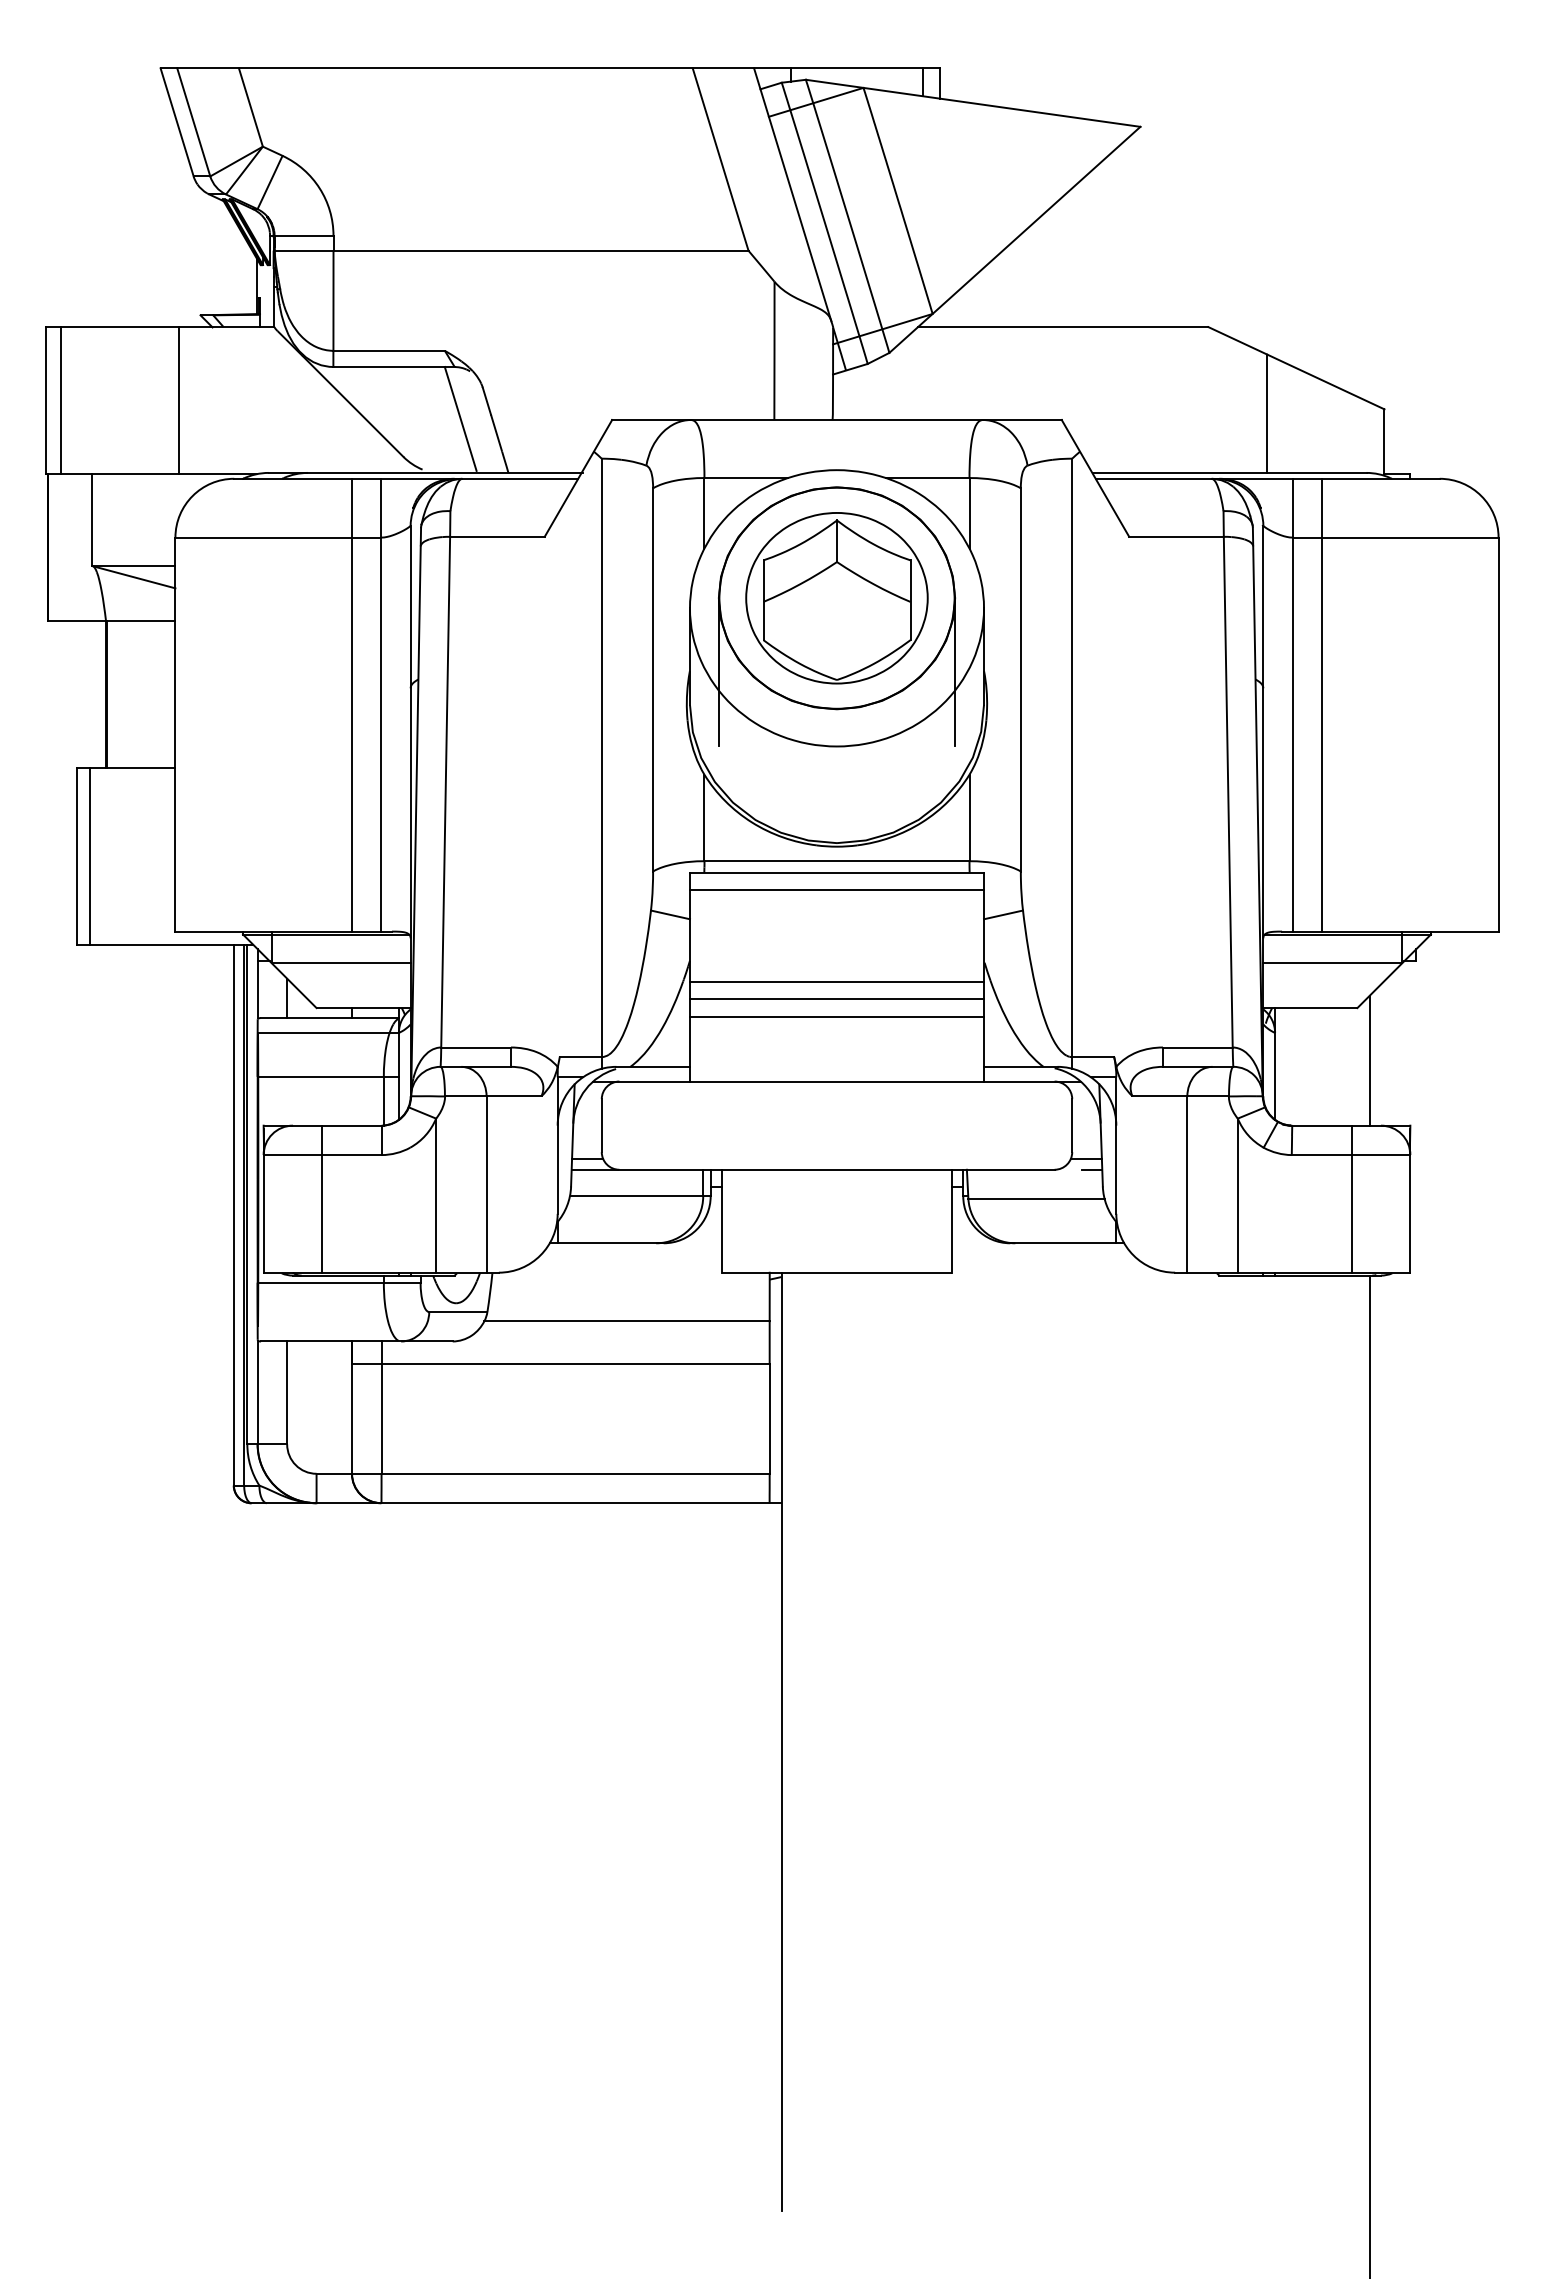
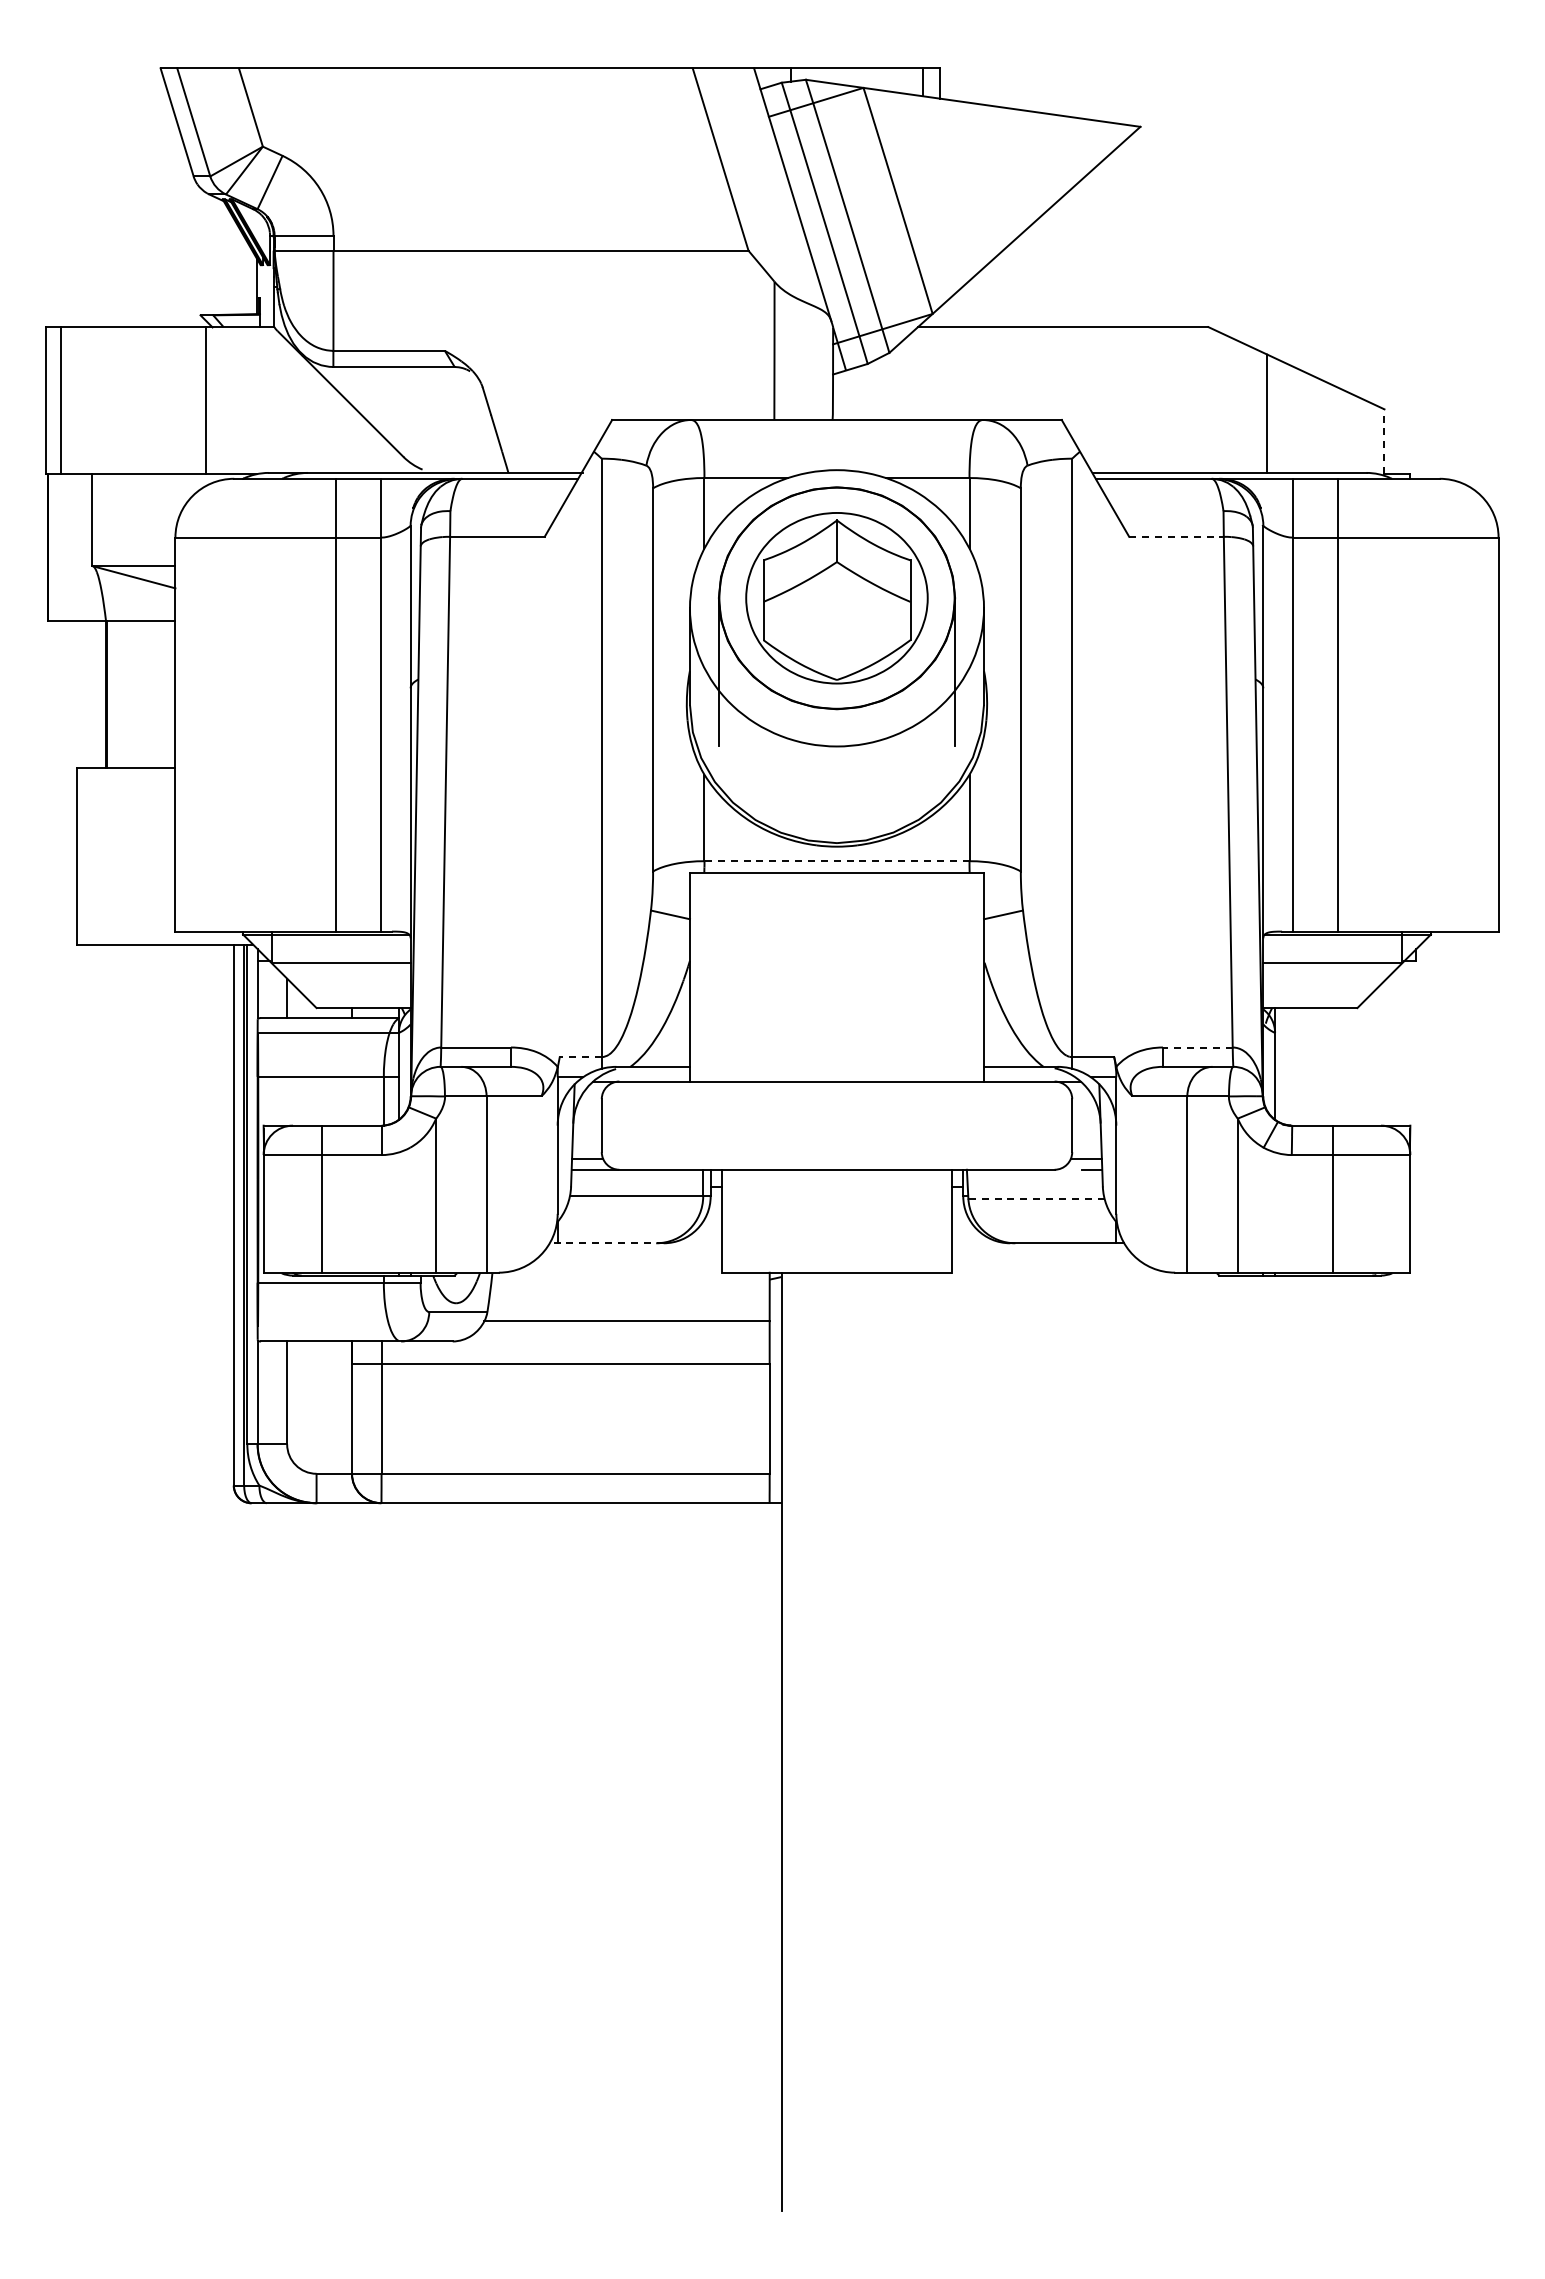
line at (179, 400) position: (179, 400) -> (206, 400)
line at (460, 418): present -> none
line at (1384, 441): solid -> dashed
line at (1177, 536): solid -> dashed
line at (351, 704) position: (351, 704) -> (335, 704)
line at (1322, 704) position: (1322, 704) -> (1338, 704)
line at (90, 856): present -> none
line at (836, 861): solid -> dashed
line at (836, 890): present -> none
line at (836, 981): present -> none
line at (836, 999): present -> none
line at (836, 1016): present -> none
line at (1197, 1047): solid -> dashed
line at (580, 1057): solid -> dashed
line at (1369, 1060): present -> none
line at (1035, 1198): solid -> dashed
line at (1351, 1198) position: (1351, 1198) -> (1332, 1198)
line at (606, 1243): solid -> dashed
line at (1369, 1775): present -> none
